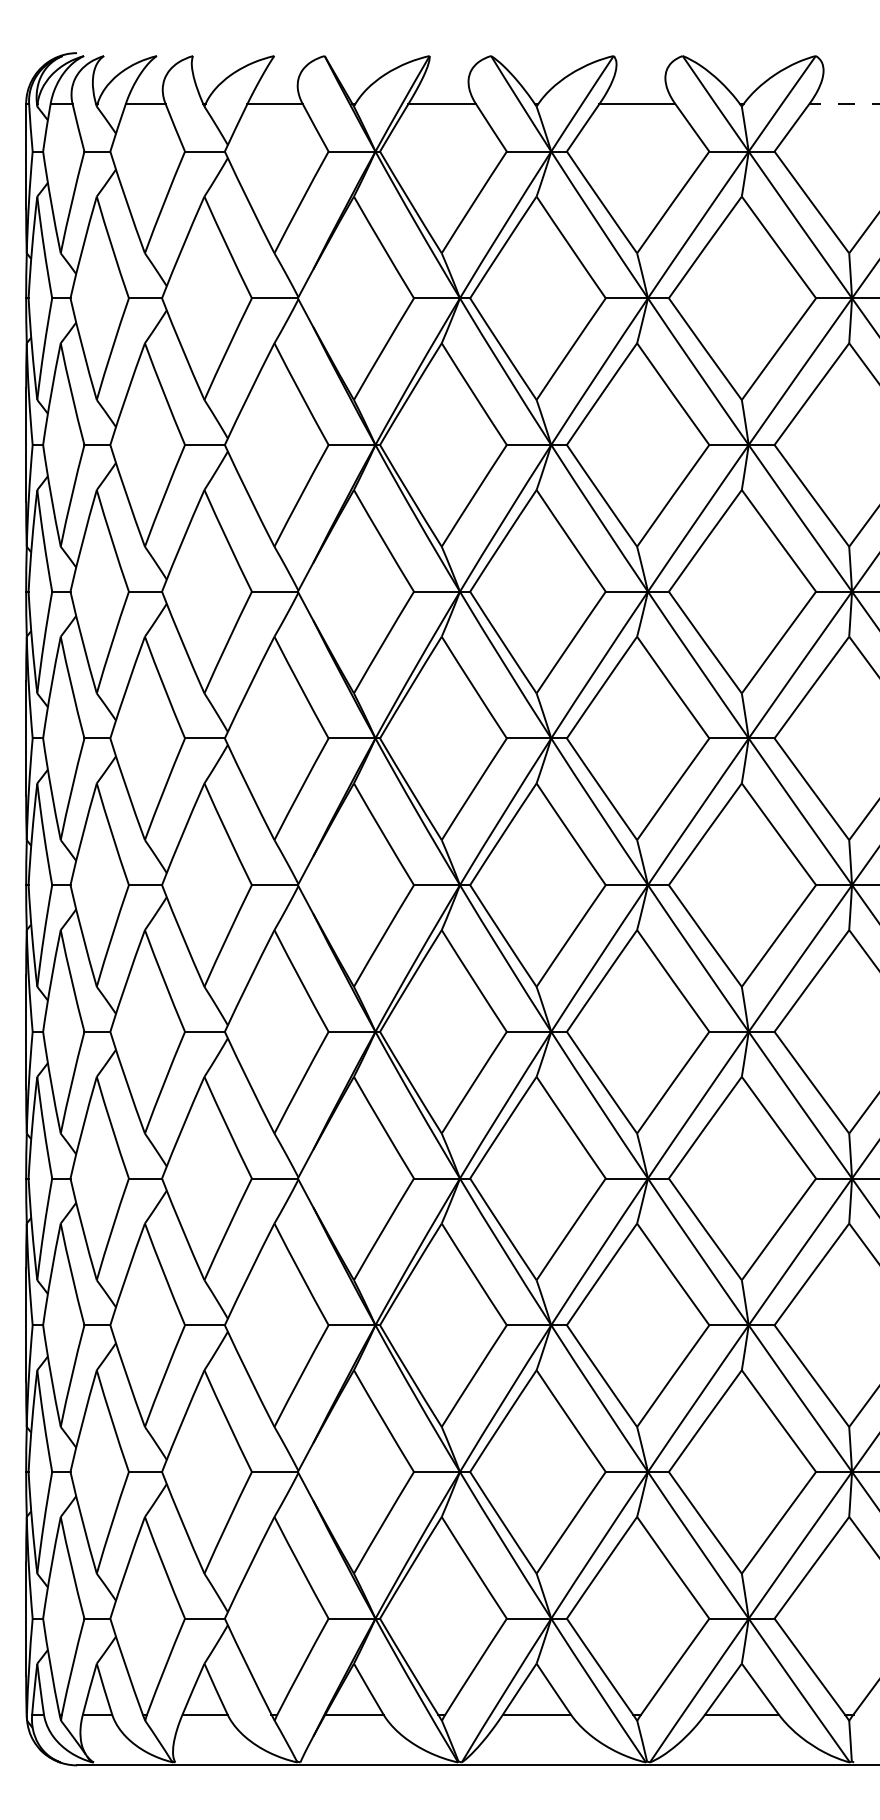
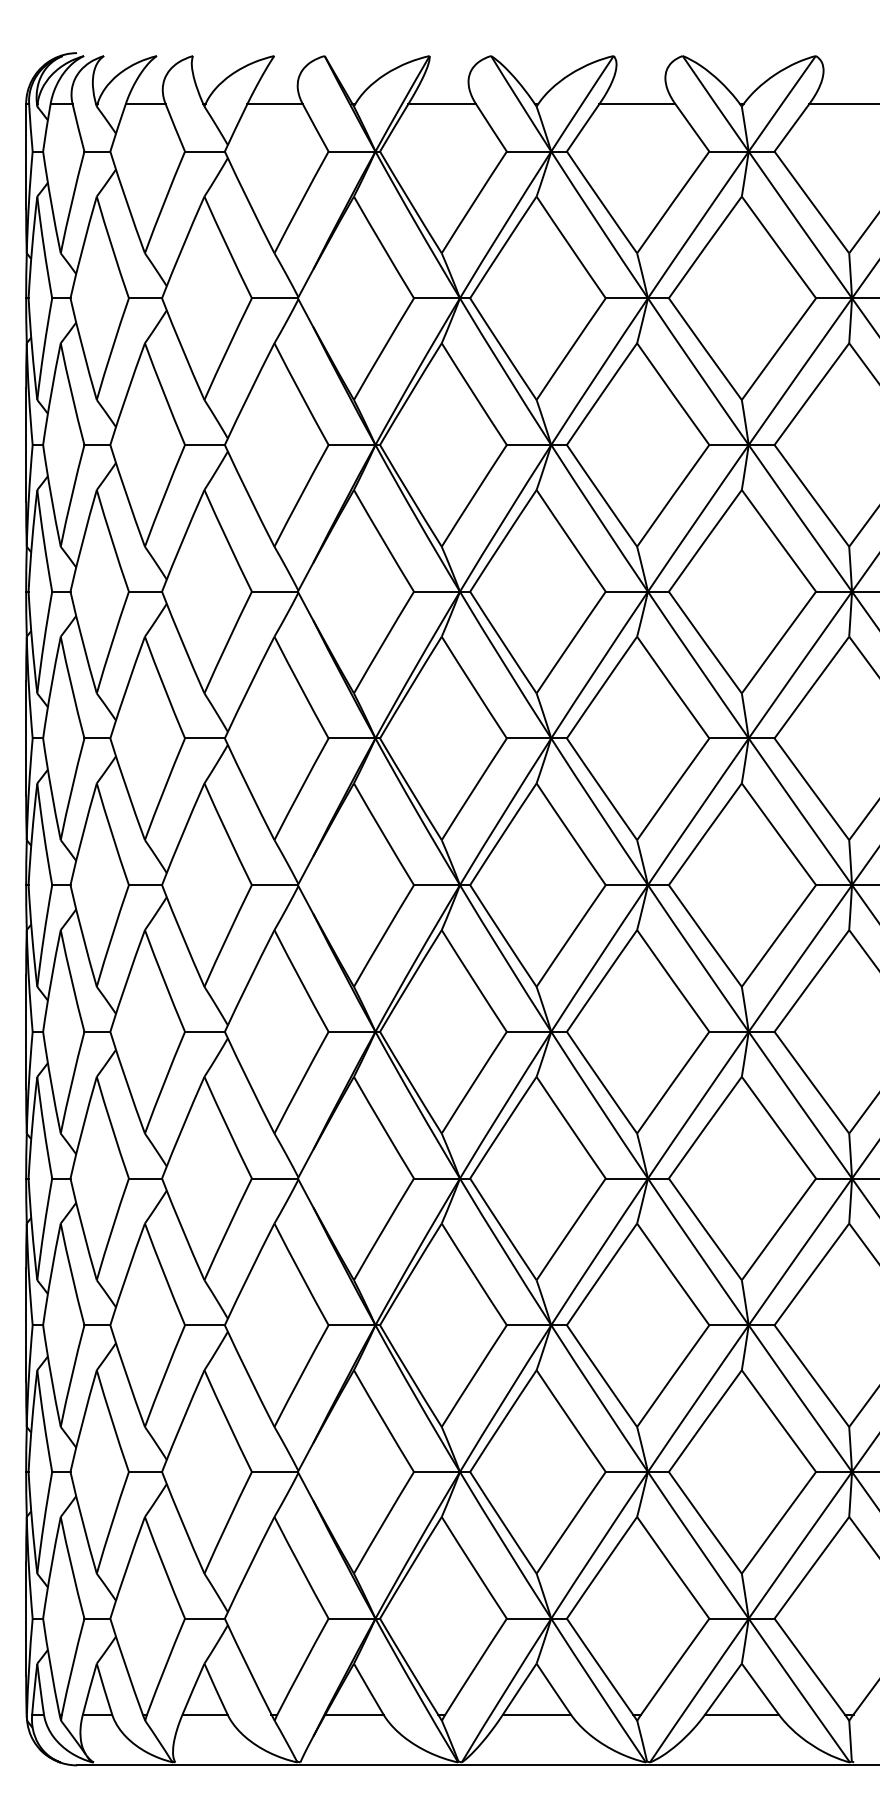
line at (844, 104): dashed -> solid
